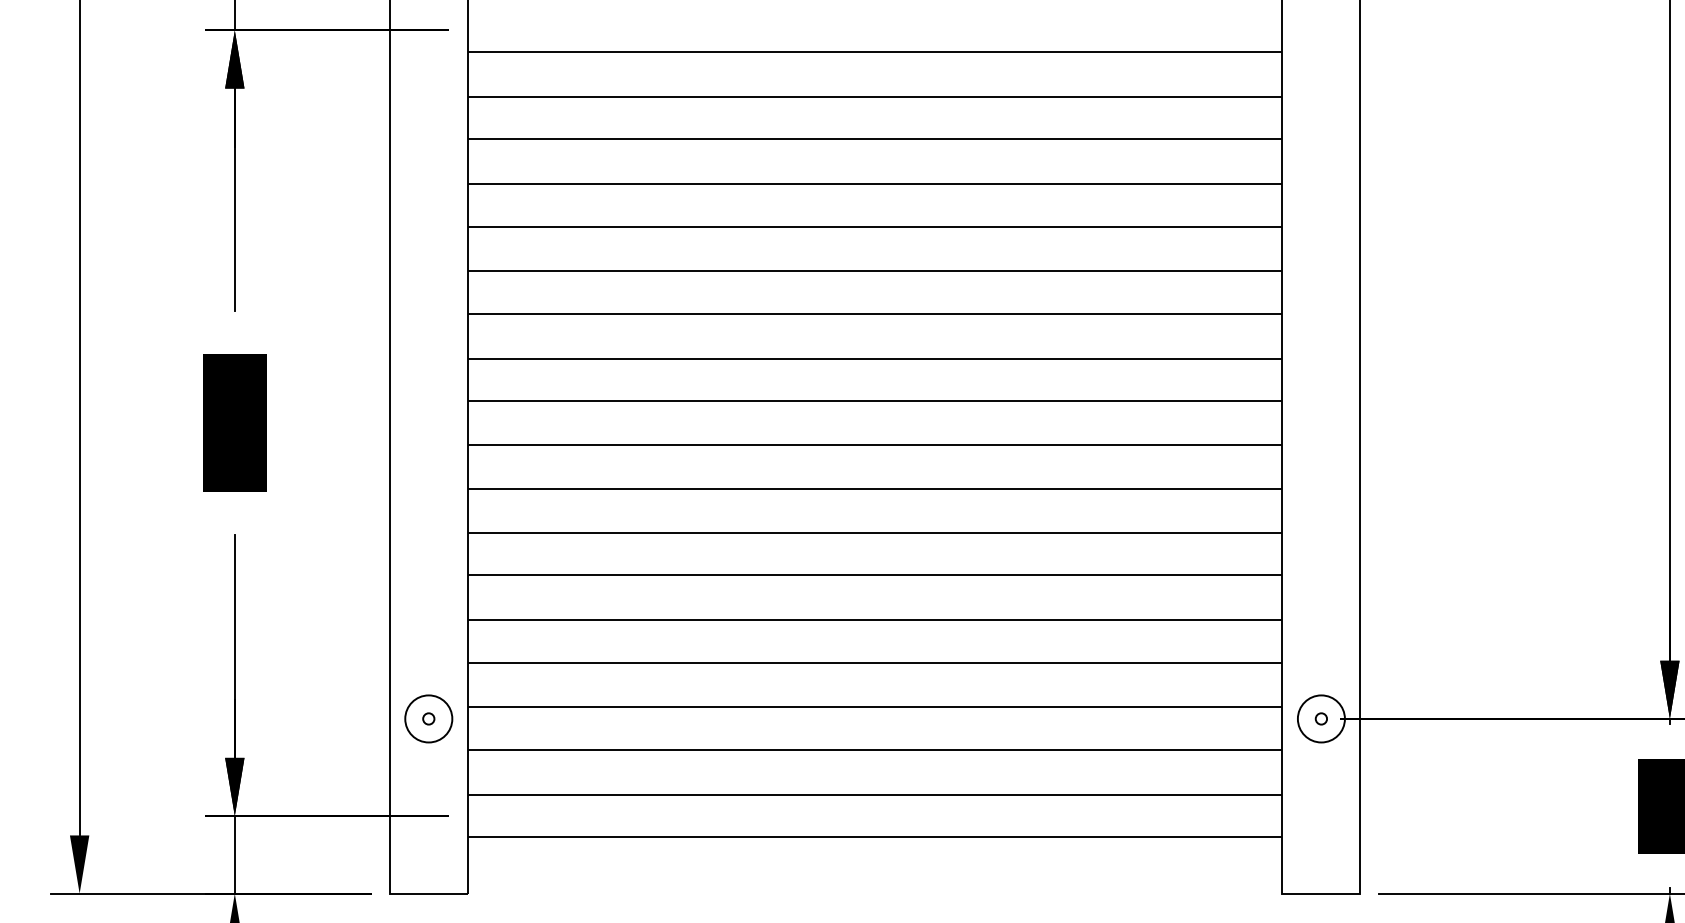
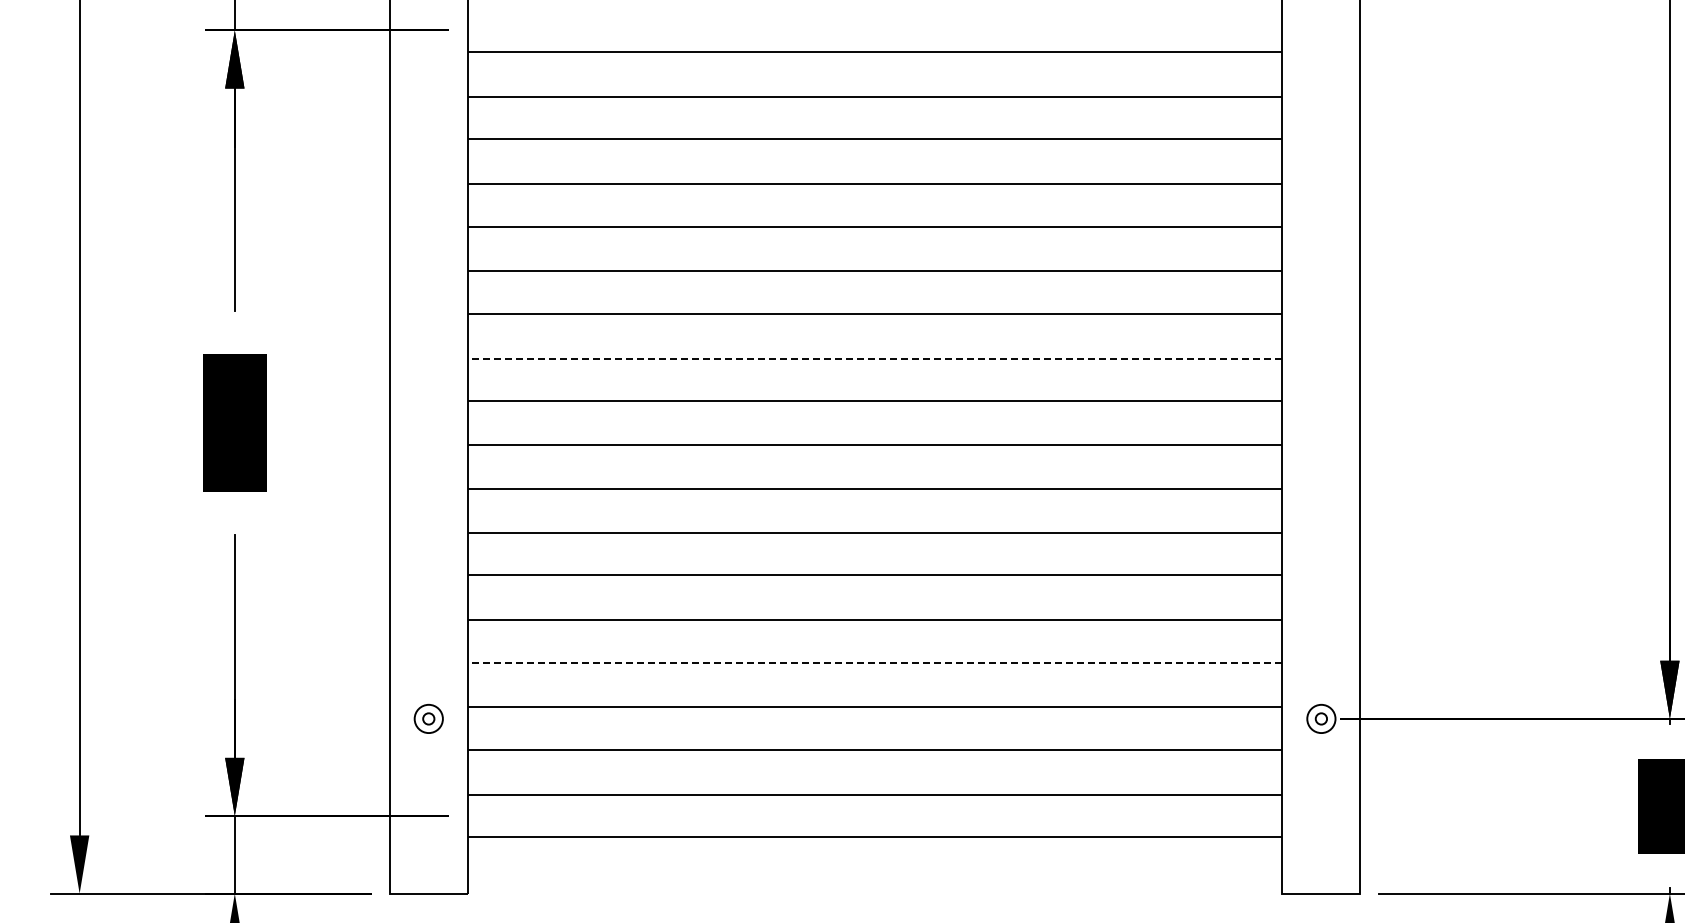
line at (874, 358): solid -> dashed
line at (874, 662): solid -> dashed
circle at (428, 718) diameter: 47 px -> 28 px
circle at (1320, 718) diameter: 47 px -> 28 px
